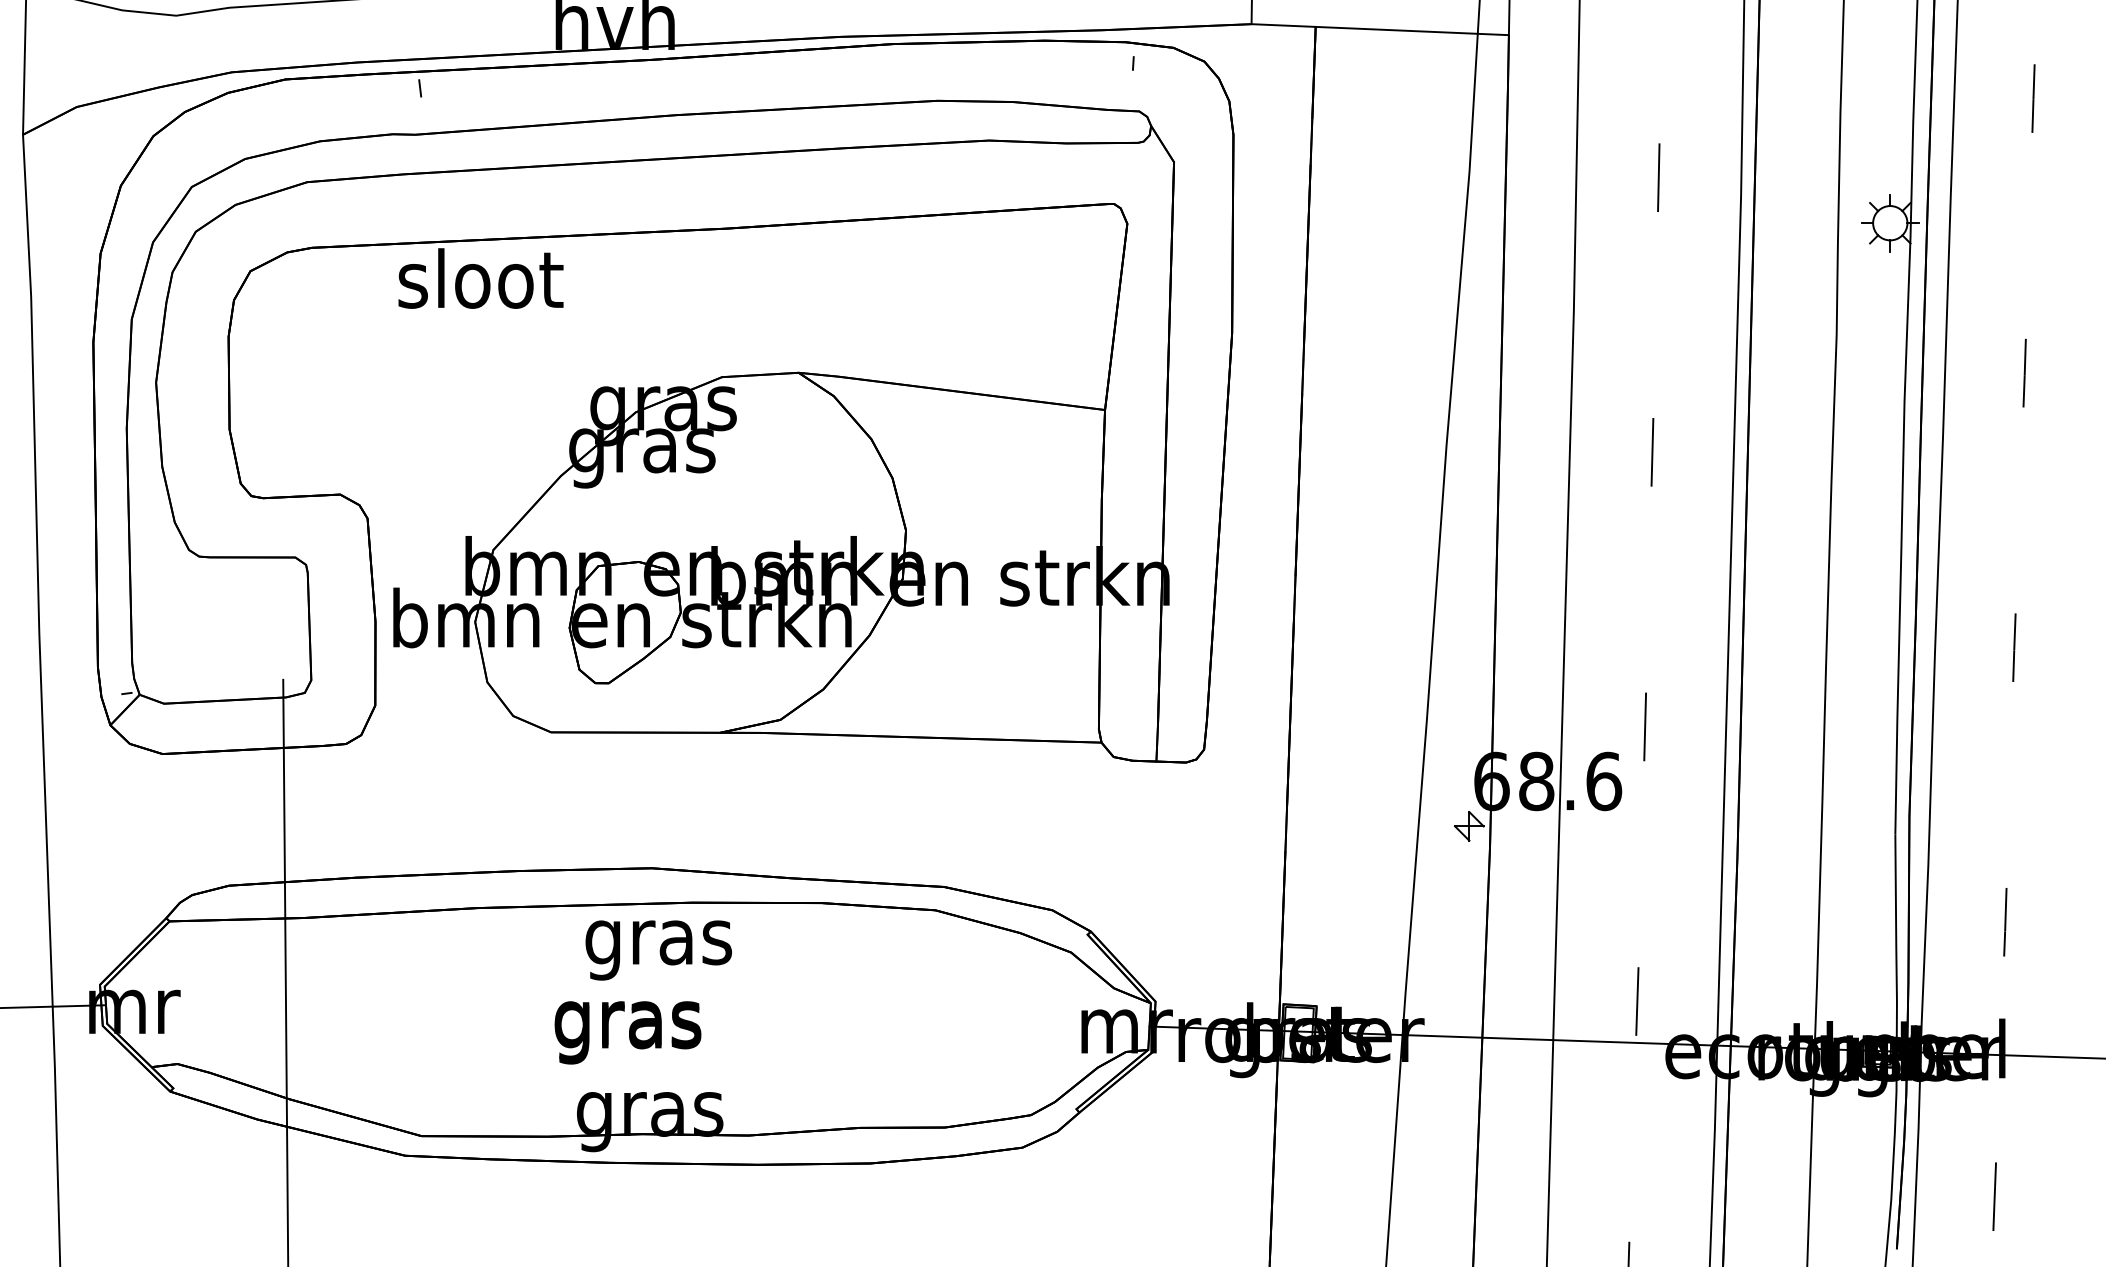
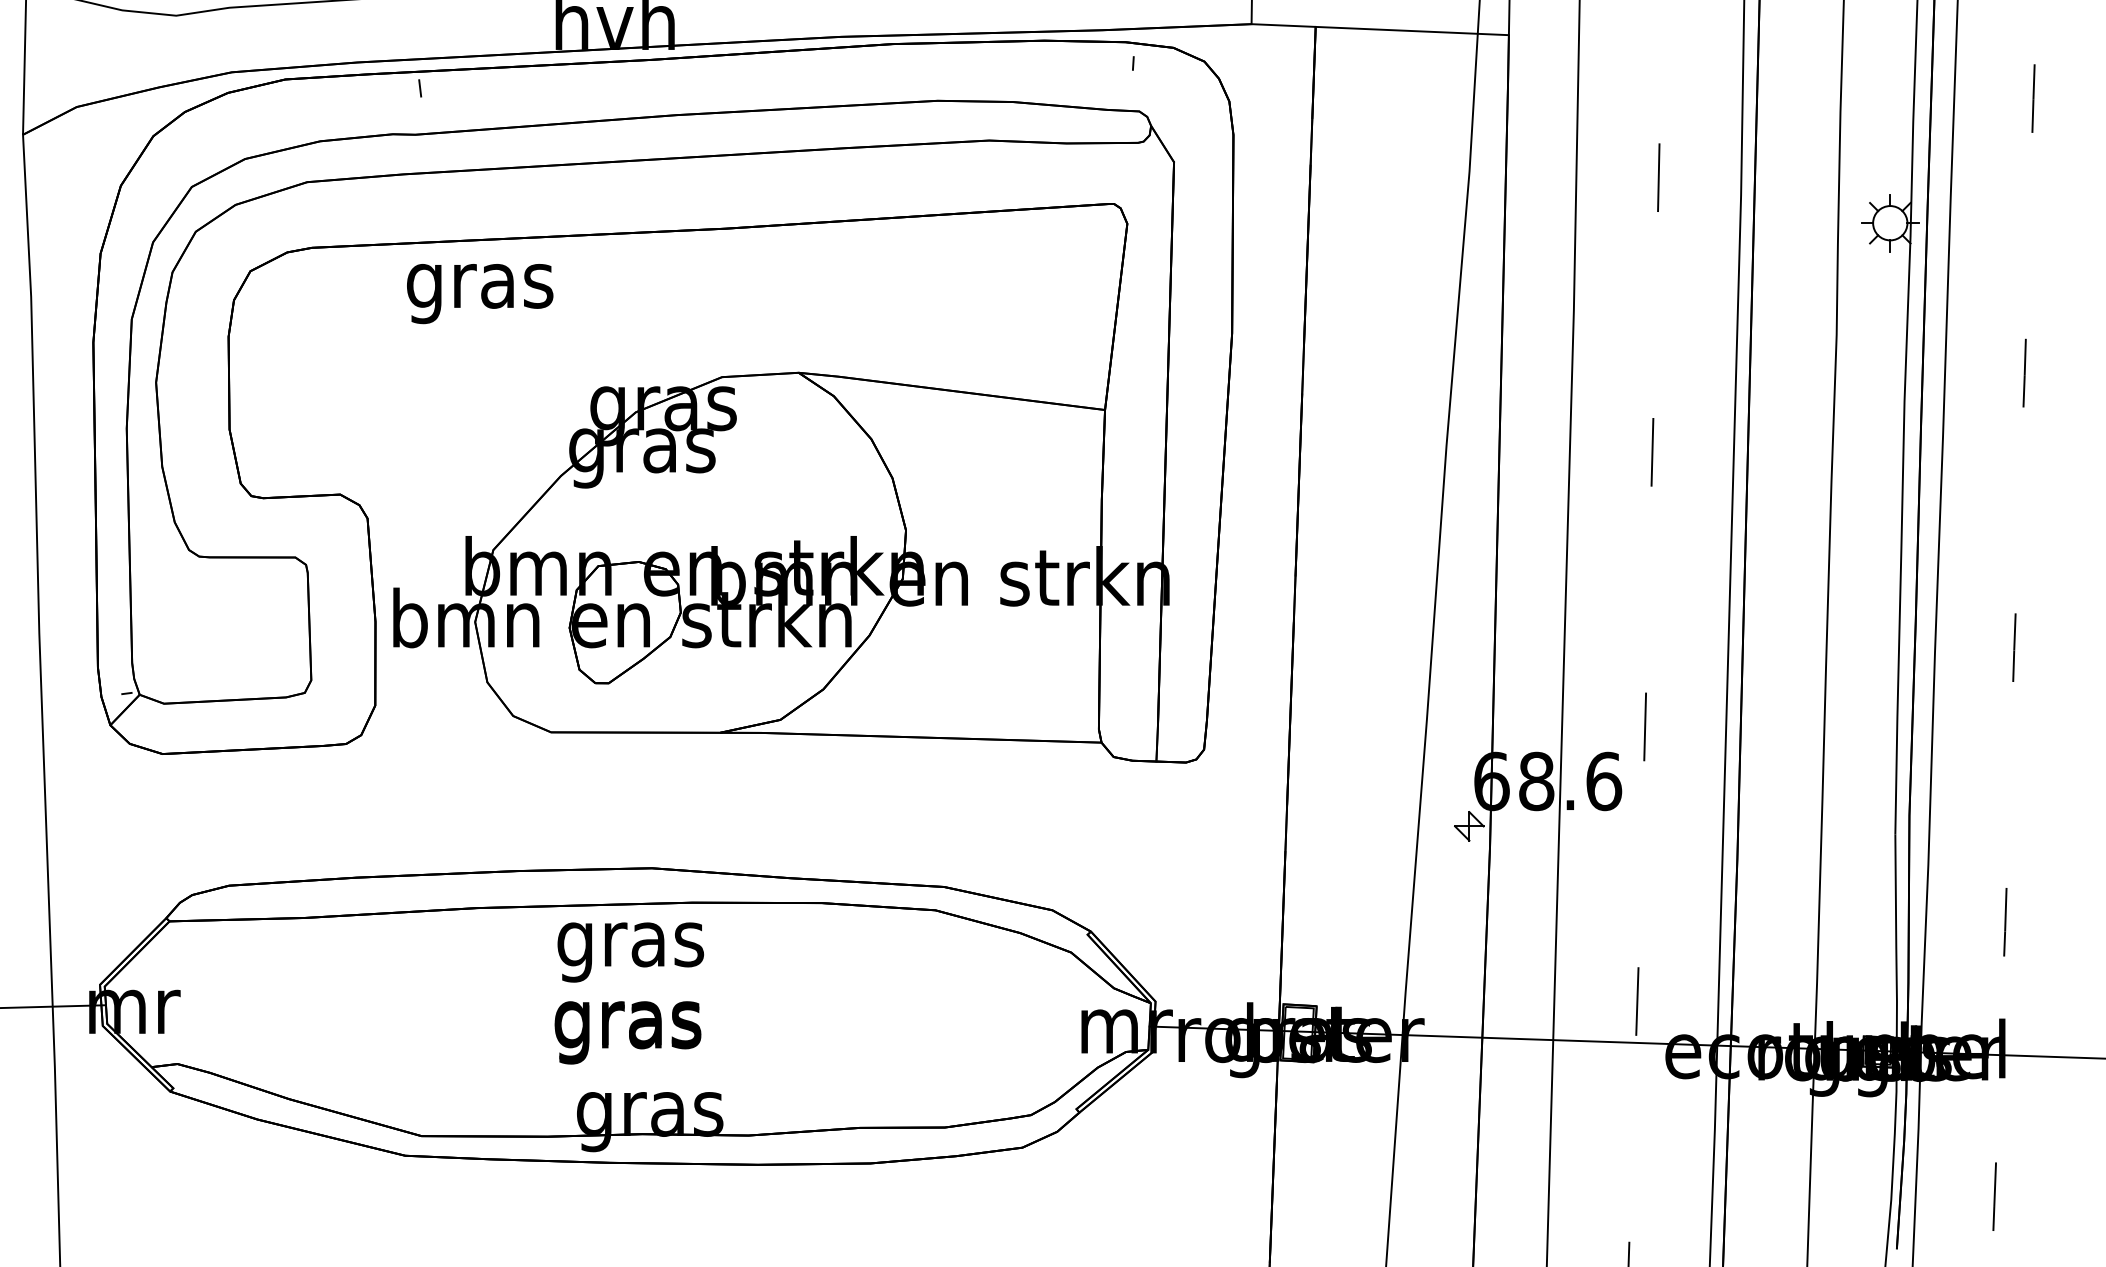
text at (480, 286): sloot -> gras
text at (658, 950) position: (658, 950) -> (630, 952)
line at (285, 971): present -> none
